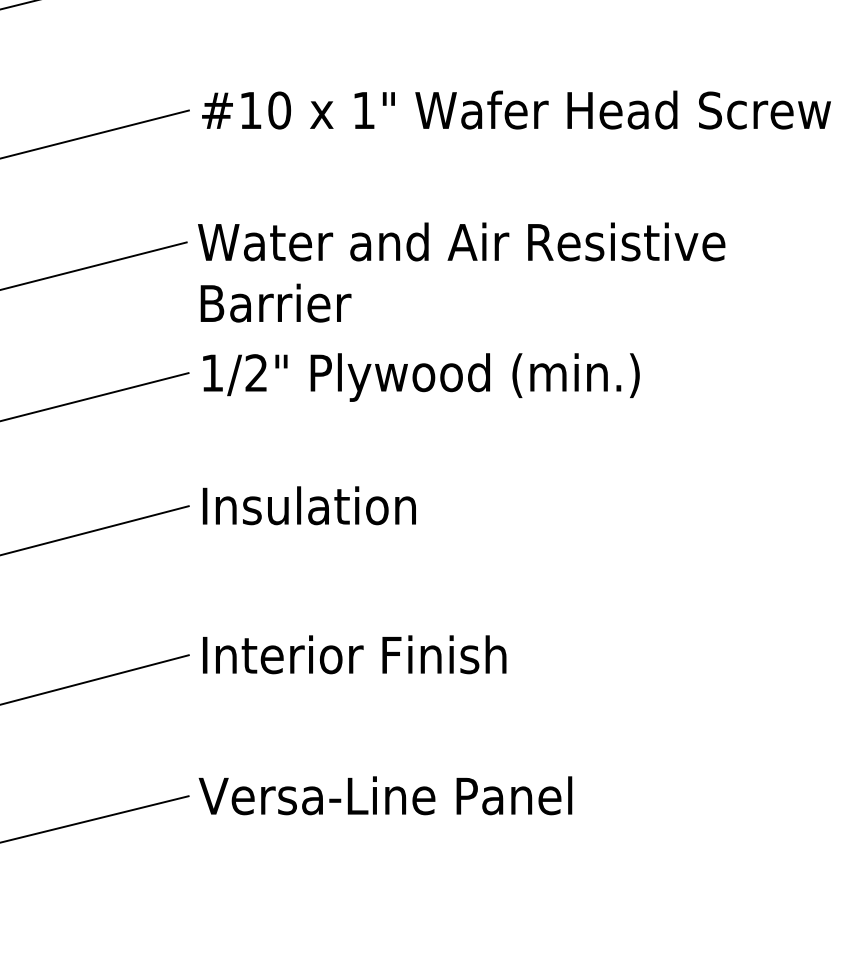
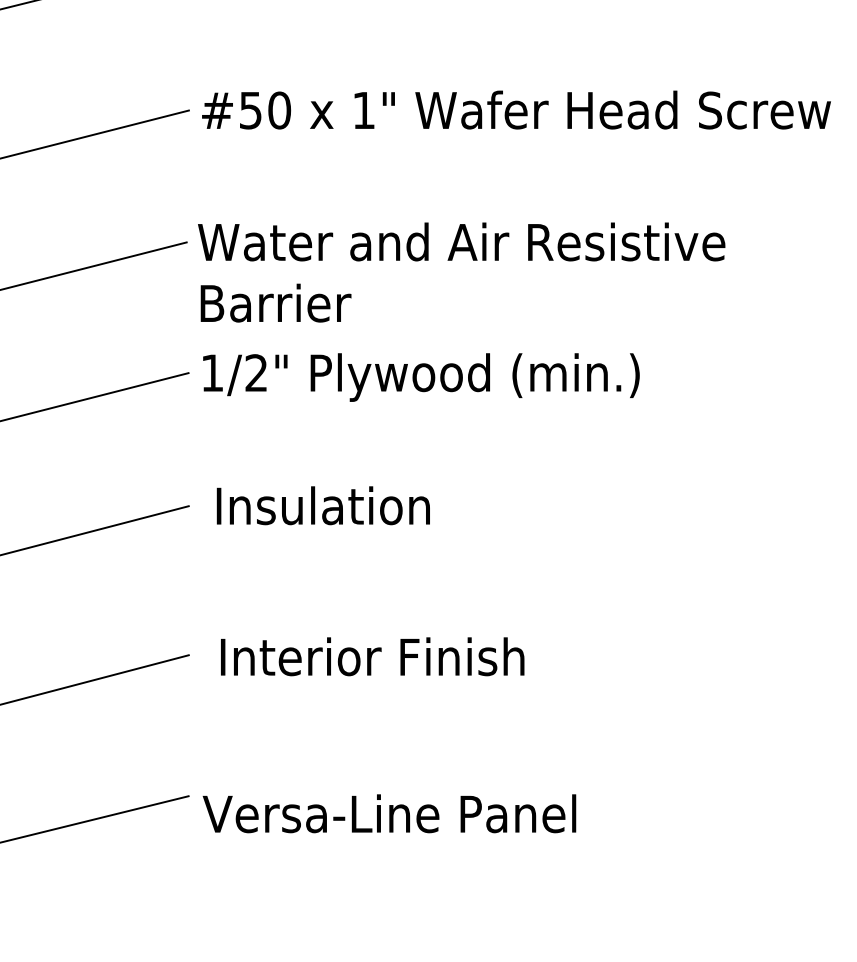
text at (250, 110): #10 -> #50
text at (308, 505) position: (308, 505) -> (322, 505)
text at (354, 654) position: (354, 654) -> (372, 656)
text at (385, 795) position: (385, 795) -> (389, 813)
